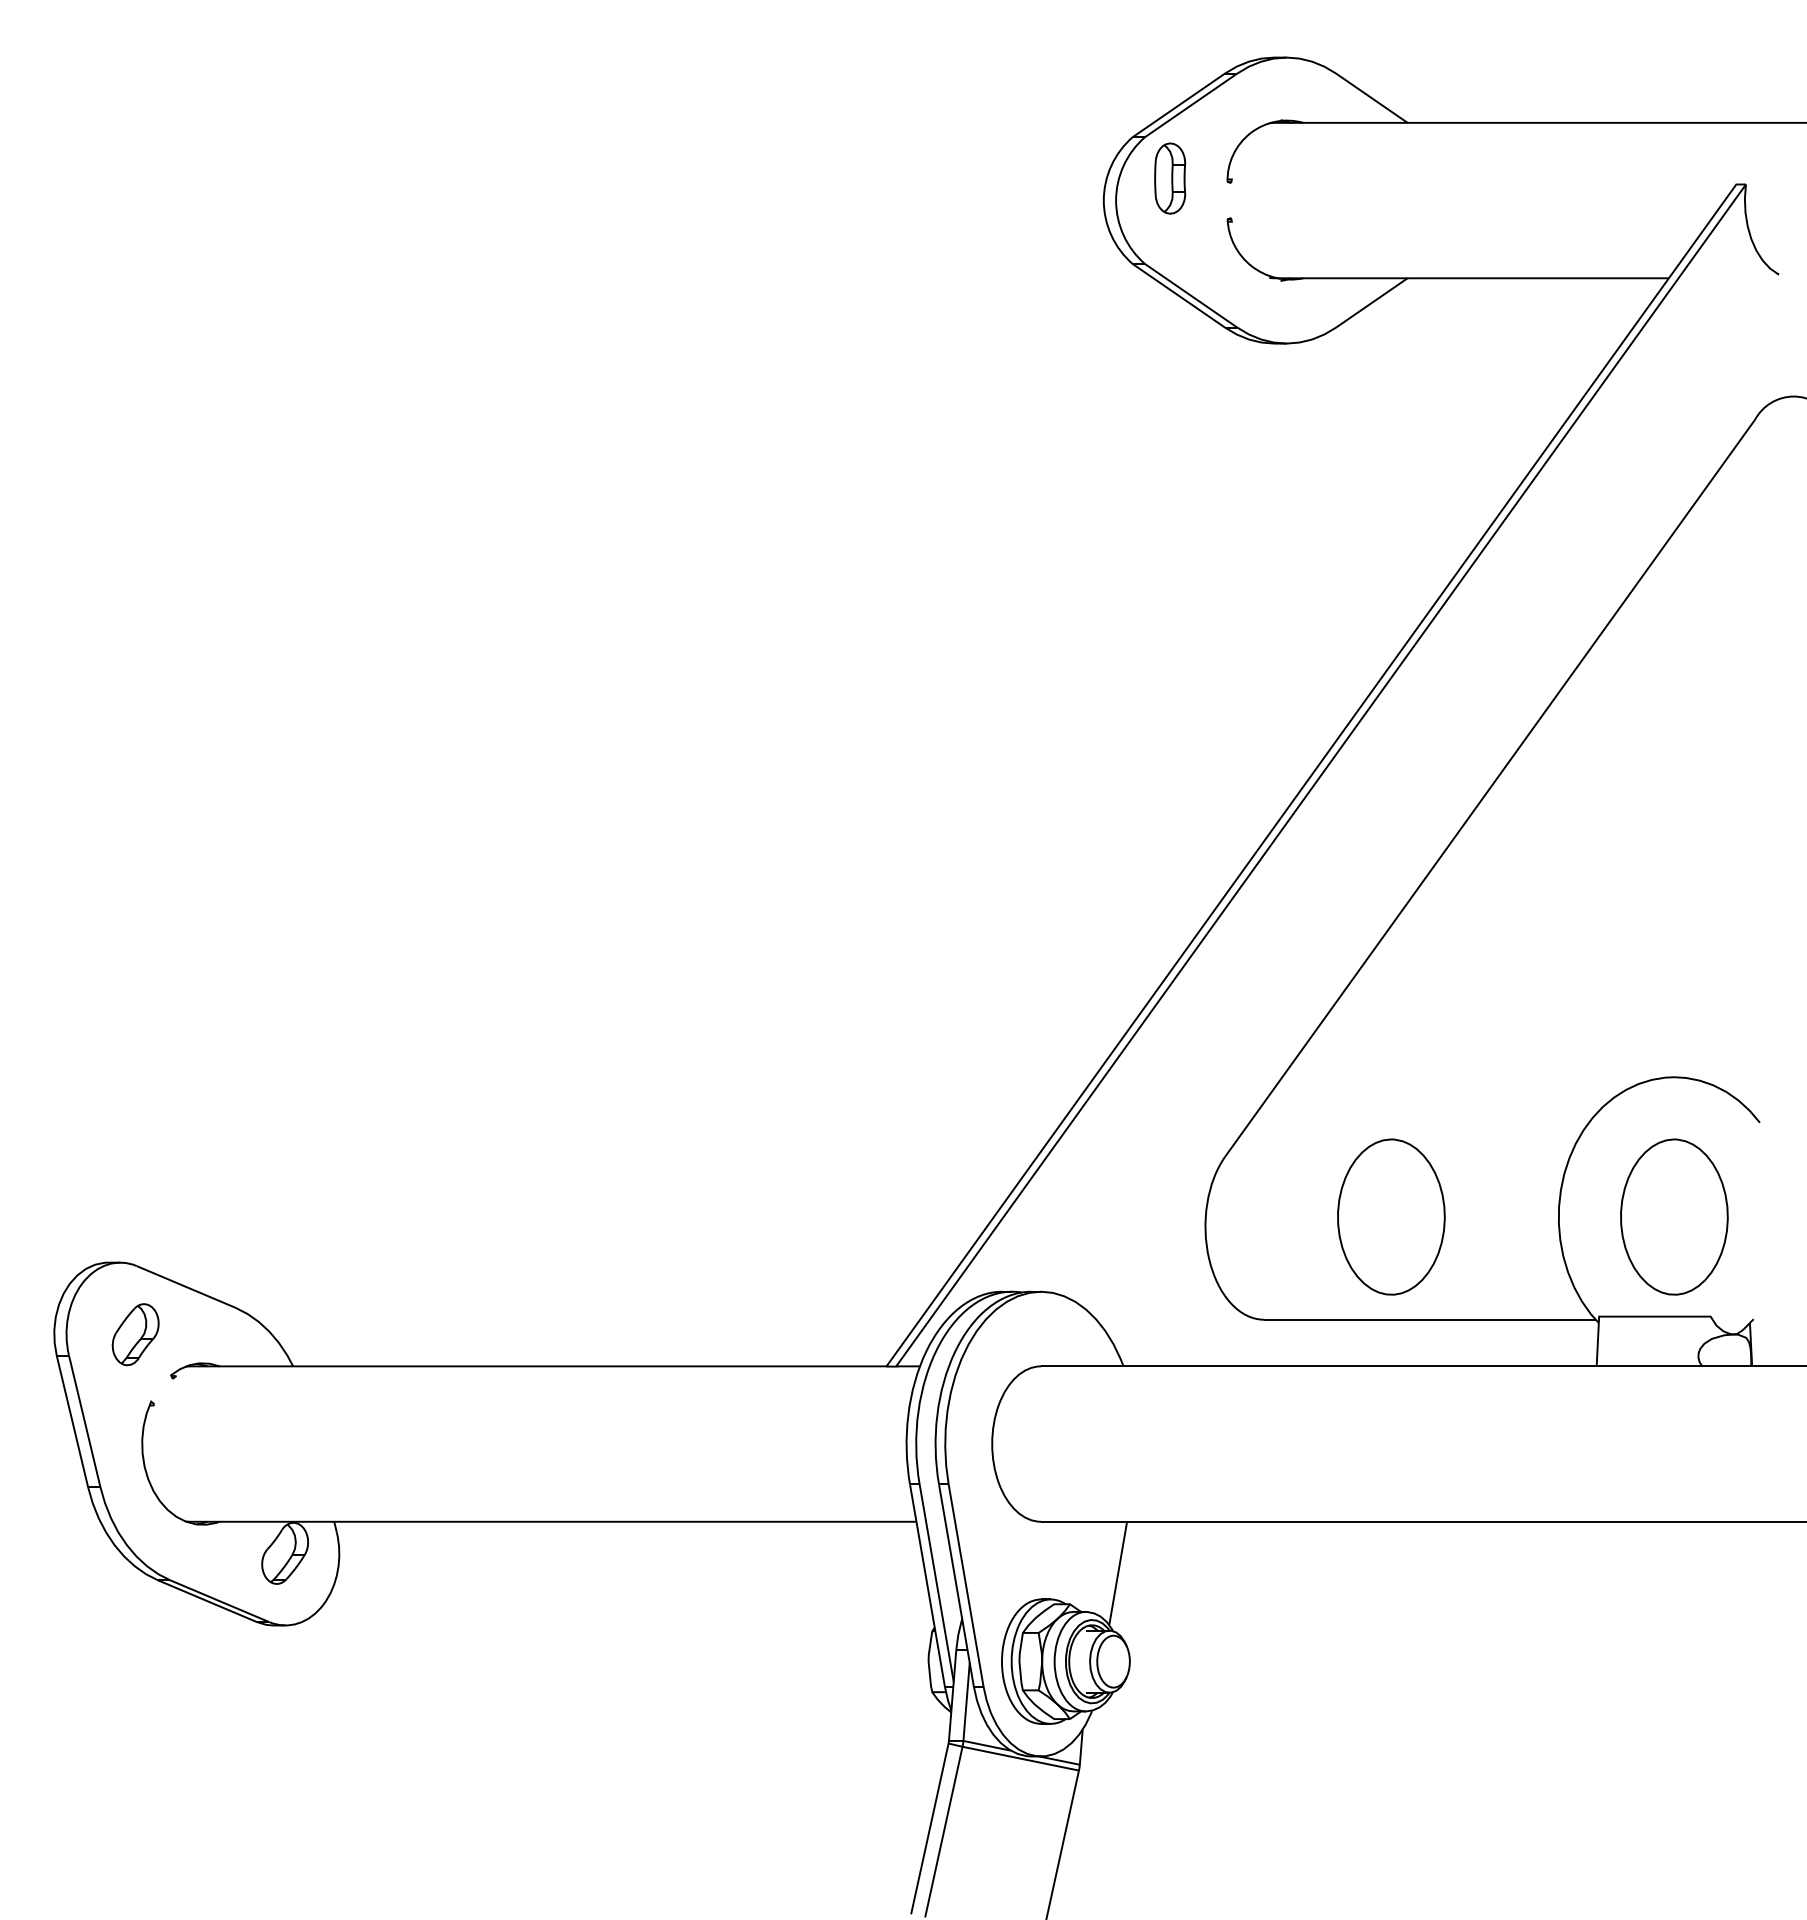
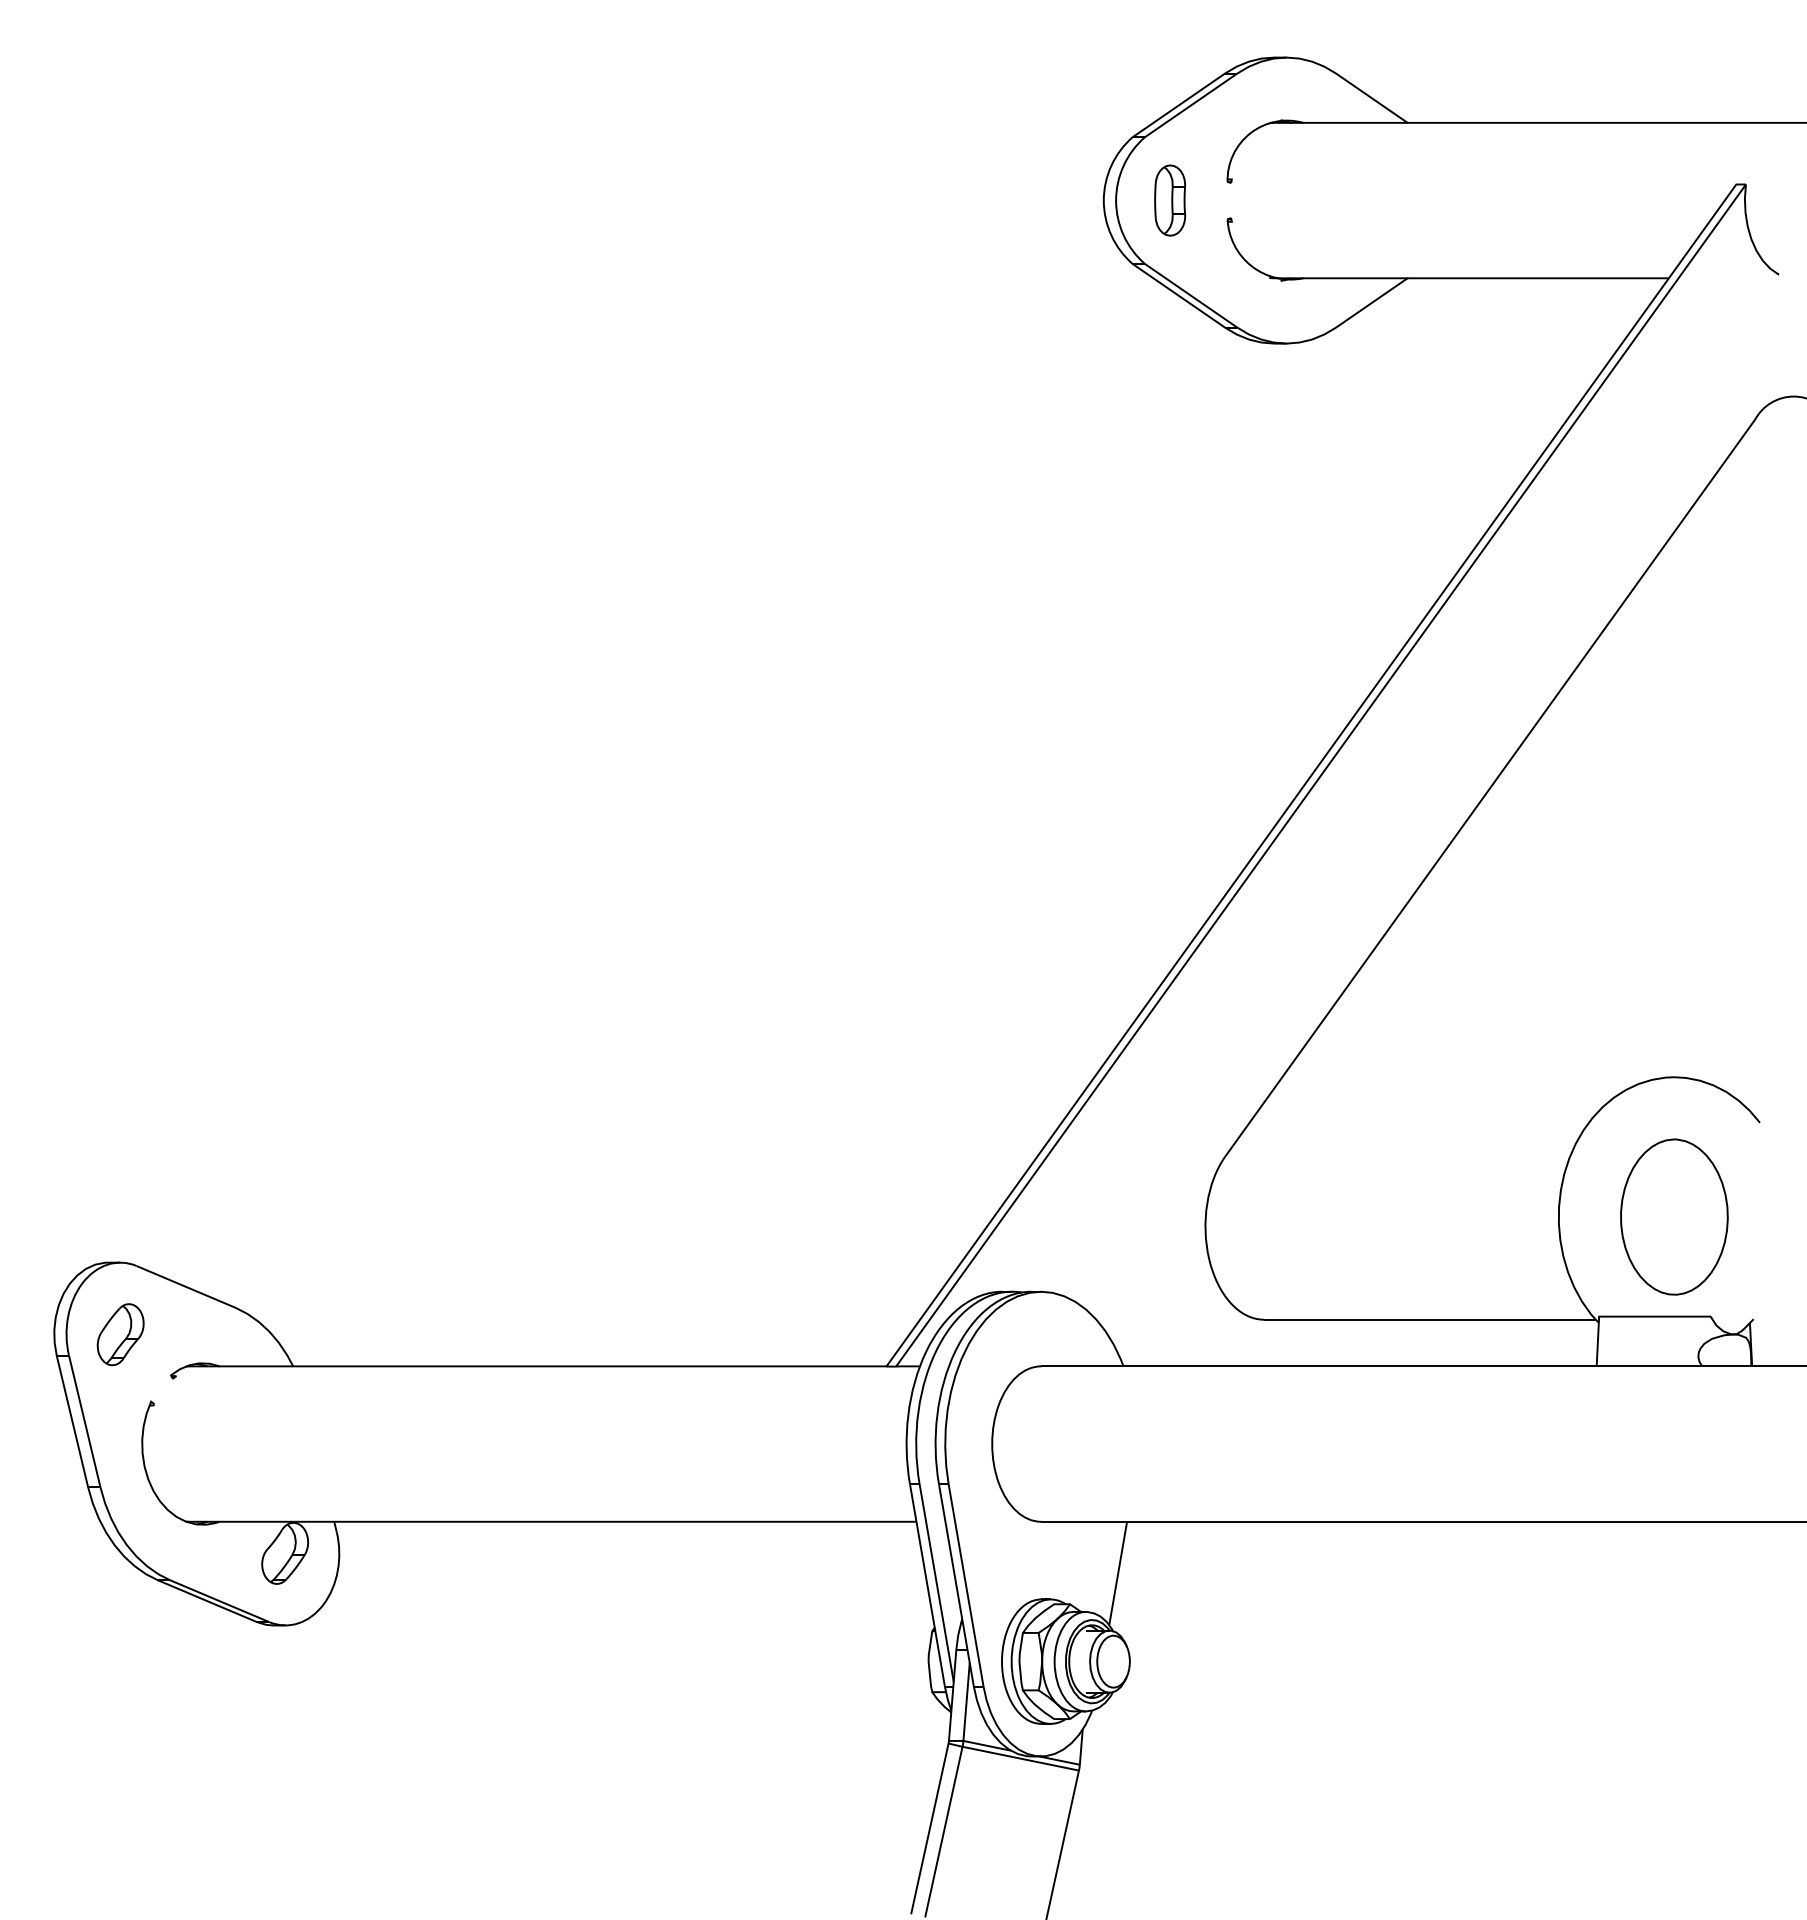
part at (1170, 178) position: (1170, 178) -> (1170, 200)
part at (1391, 1216): present -> none
part at (135, 1334) position: (135, 1334) -> (120, 1334)
